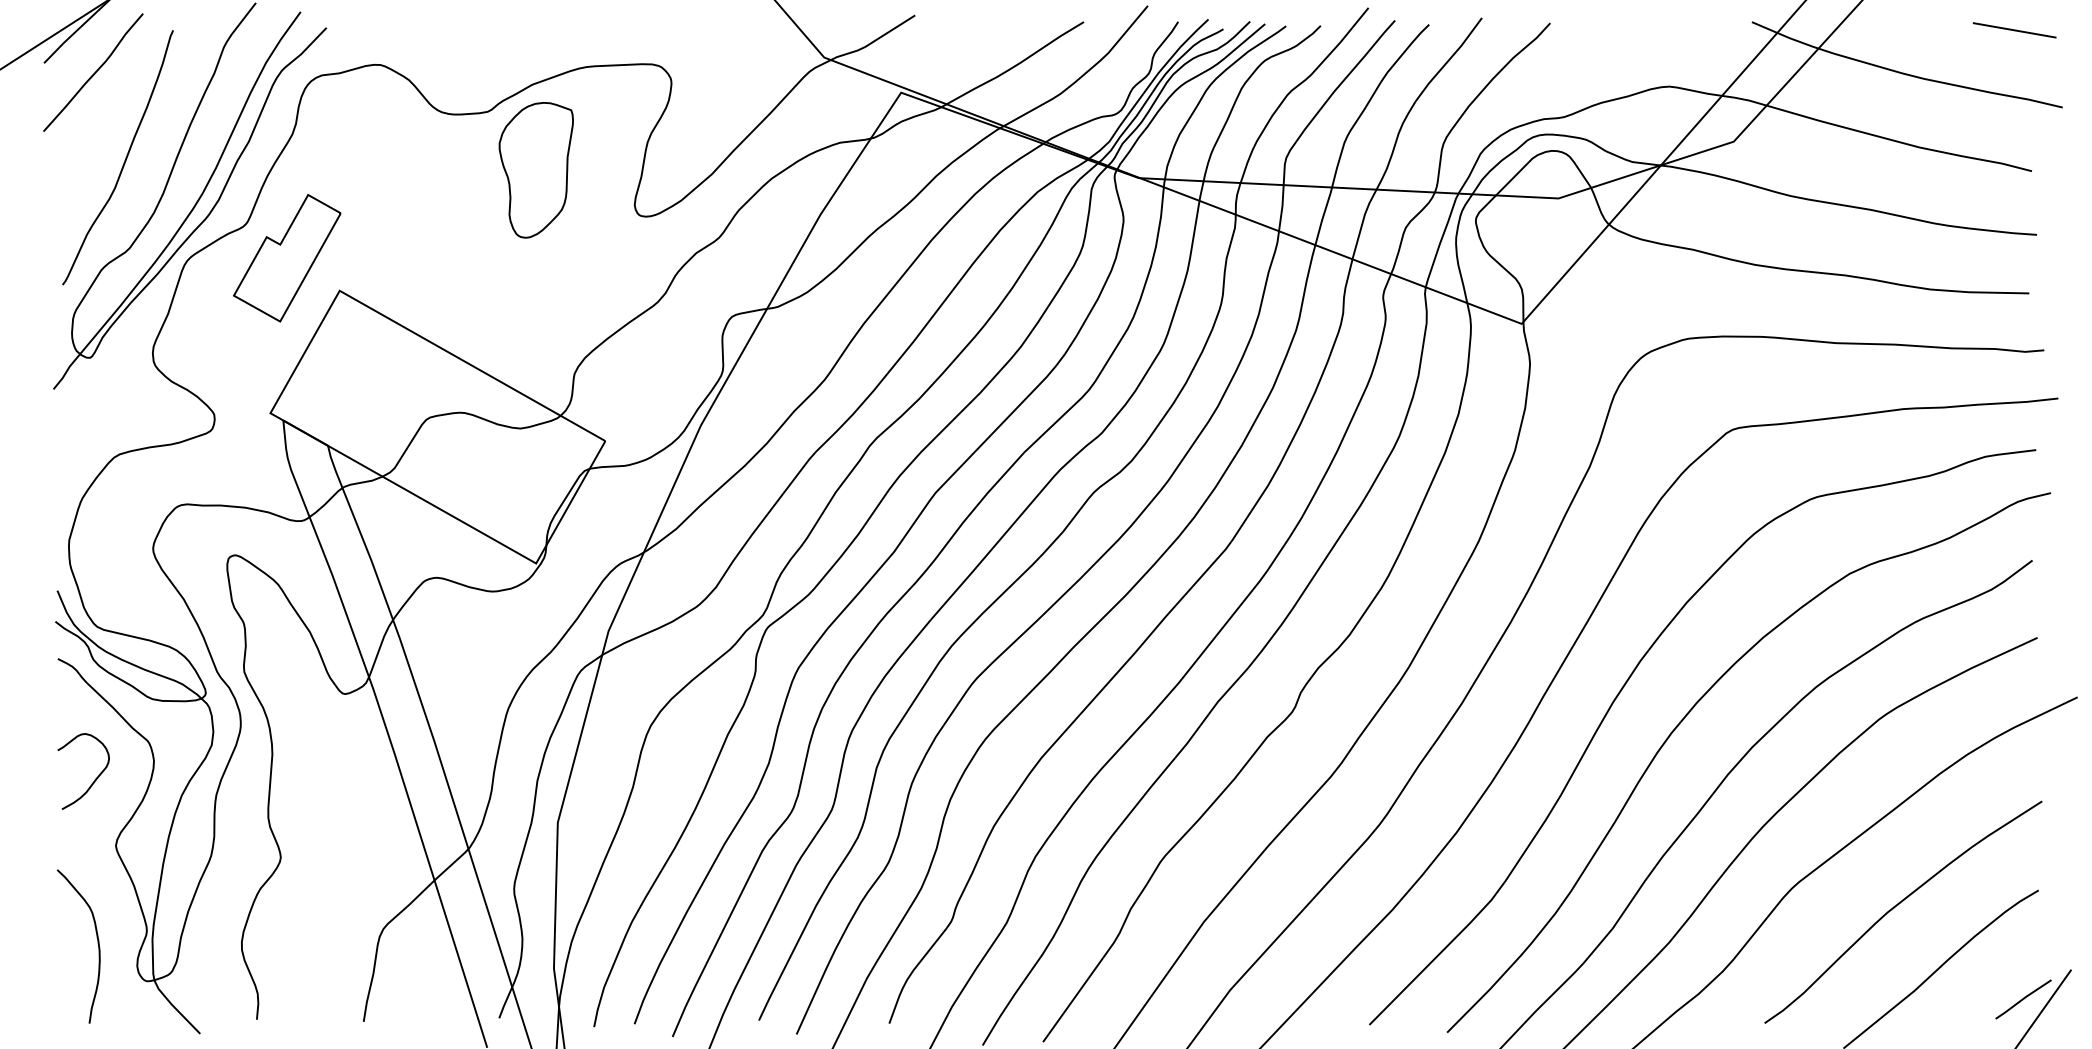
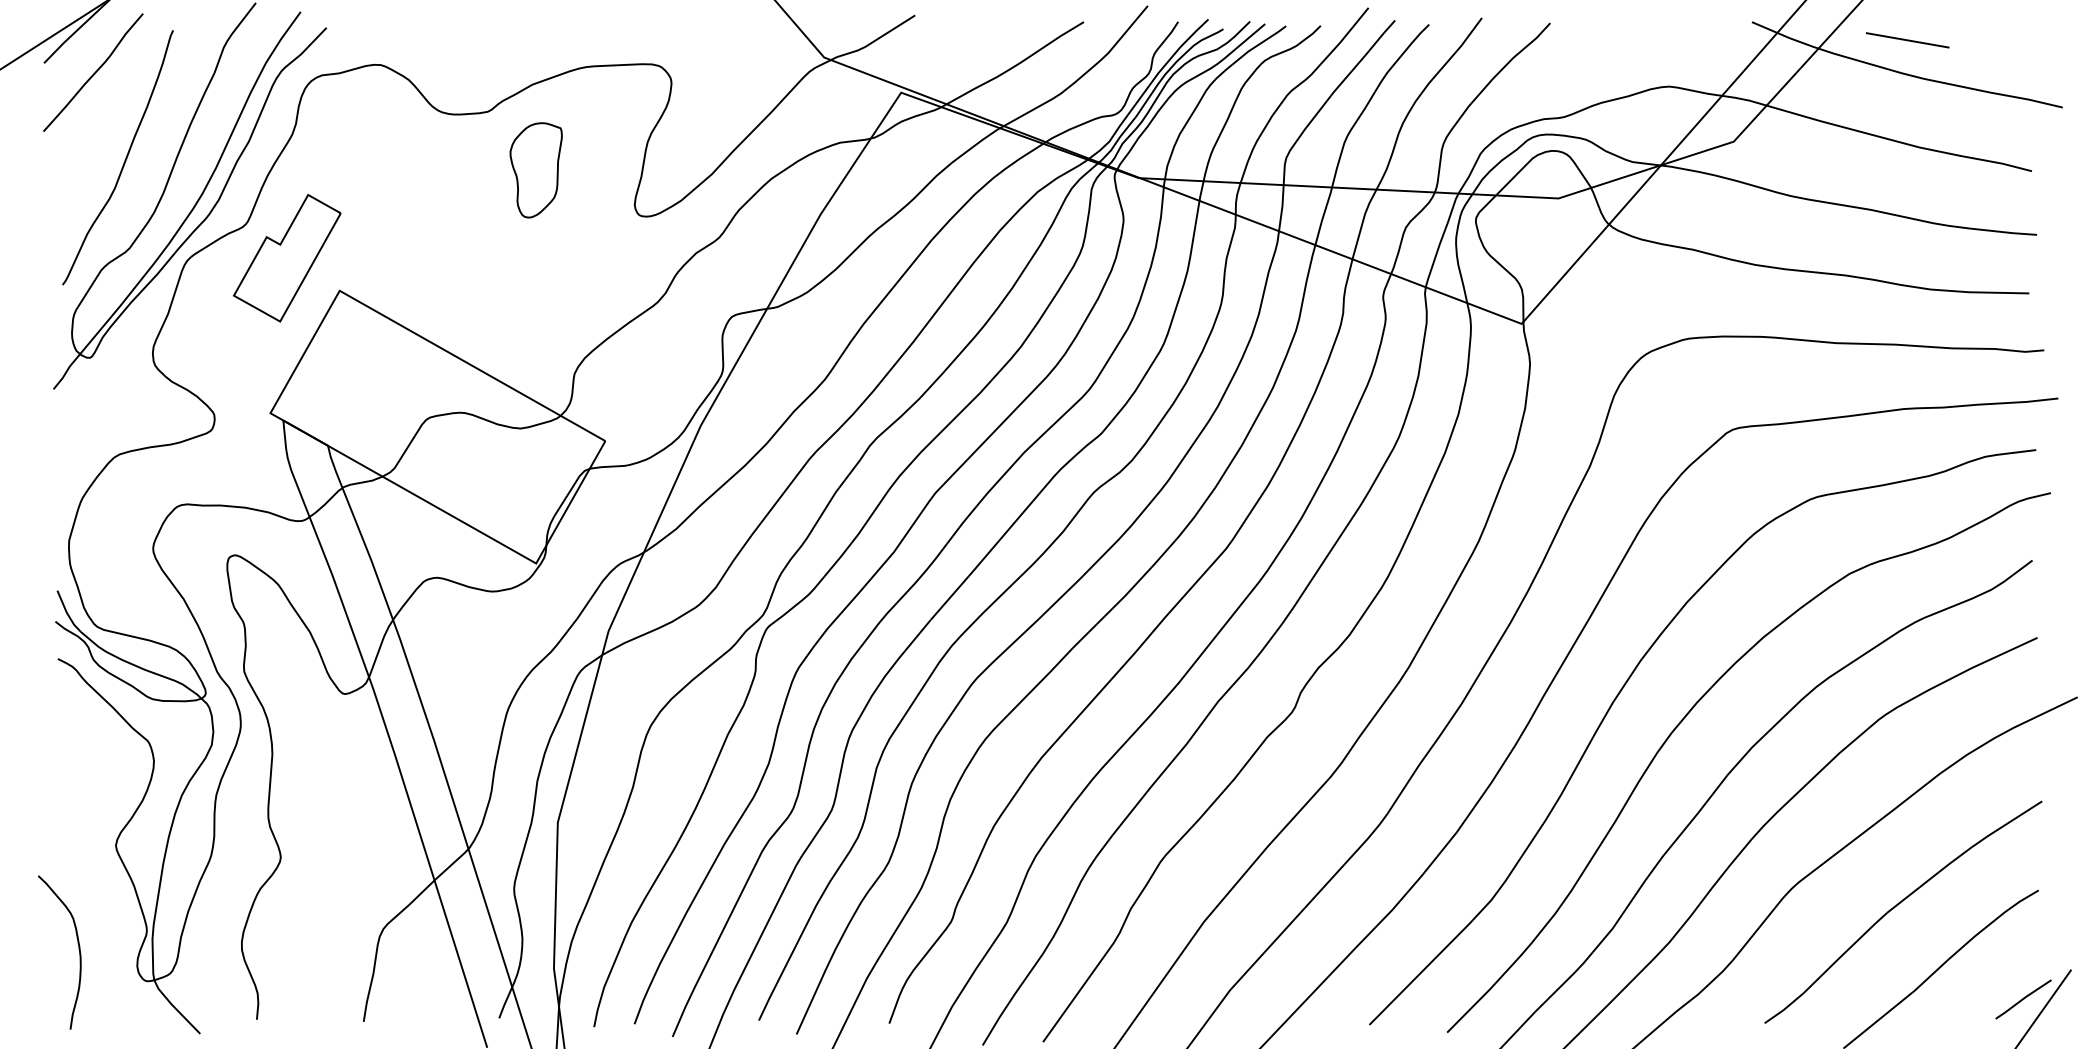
line at (2014, 30) position: (2014, 30) -> (1907, 40)
part at (535, 170) size: 76x137 px -> 54x97 px
curve at (94, 779): present -> none
curve at (97, 944) position: (97, 944) -> (78, 950)
